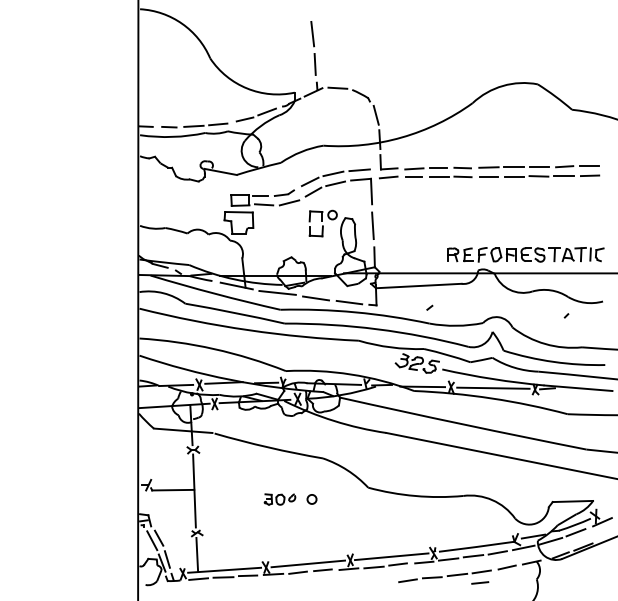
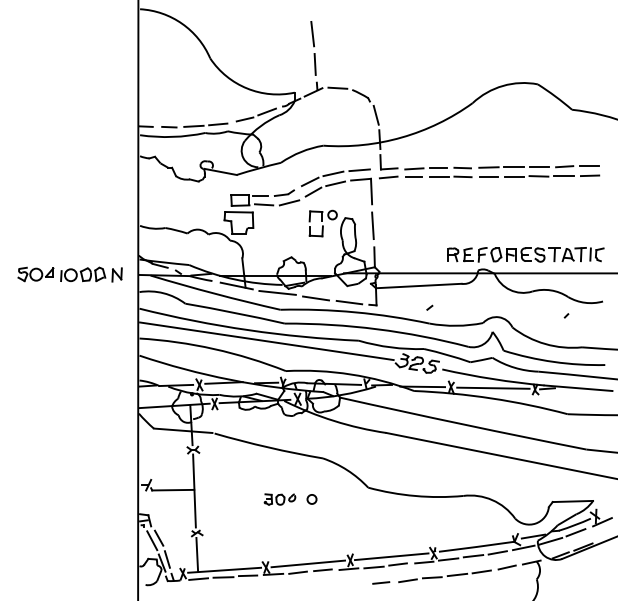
part at (69, 274): none -> present
line at (266, 341): none -> present
line at (480, 582) position: (480, 582) -> (381, 582)
